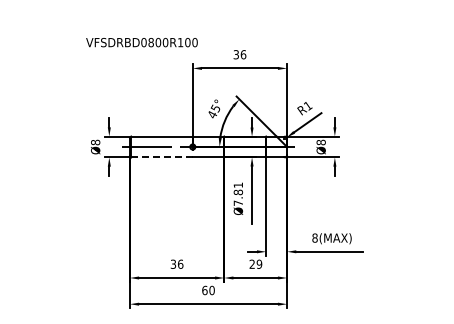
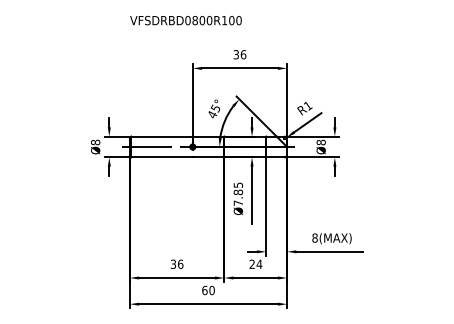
text at (141, 42) position: (141, 42) -> (185, 20)
line at (162, 157): dashed -> solid
text at (238, 184): Ø7.81 -> Ø7.85
text at (259, 263): 29 -> 24
